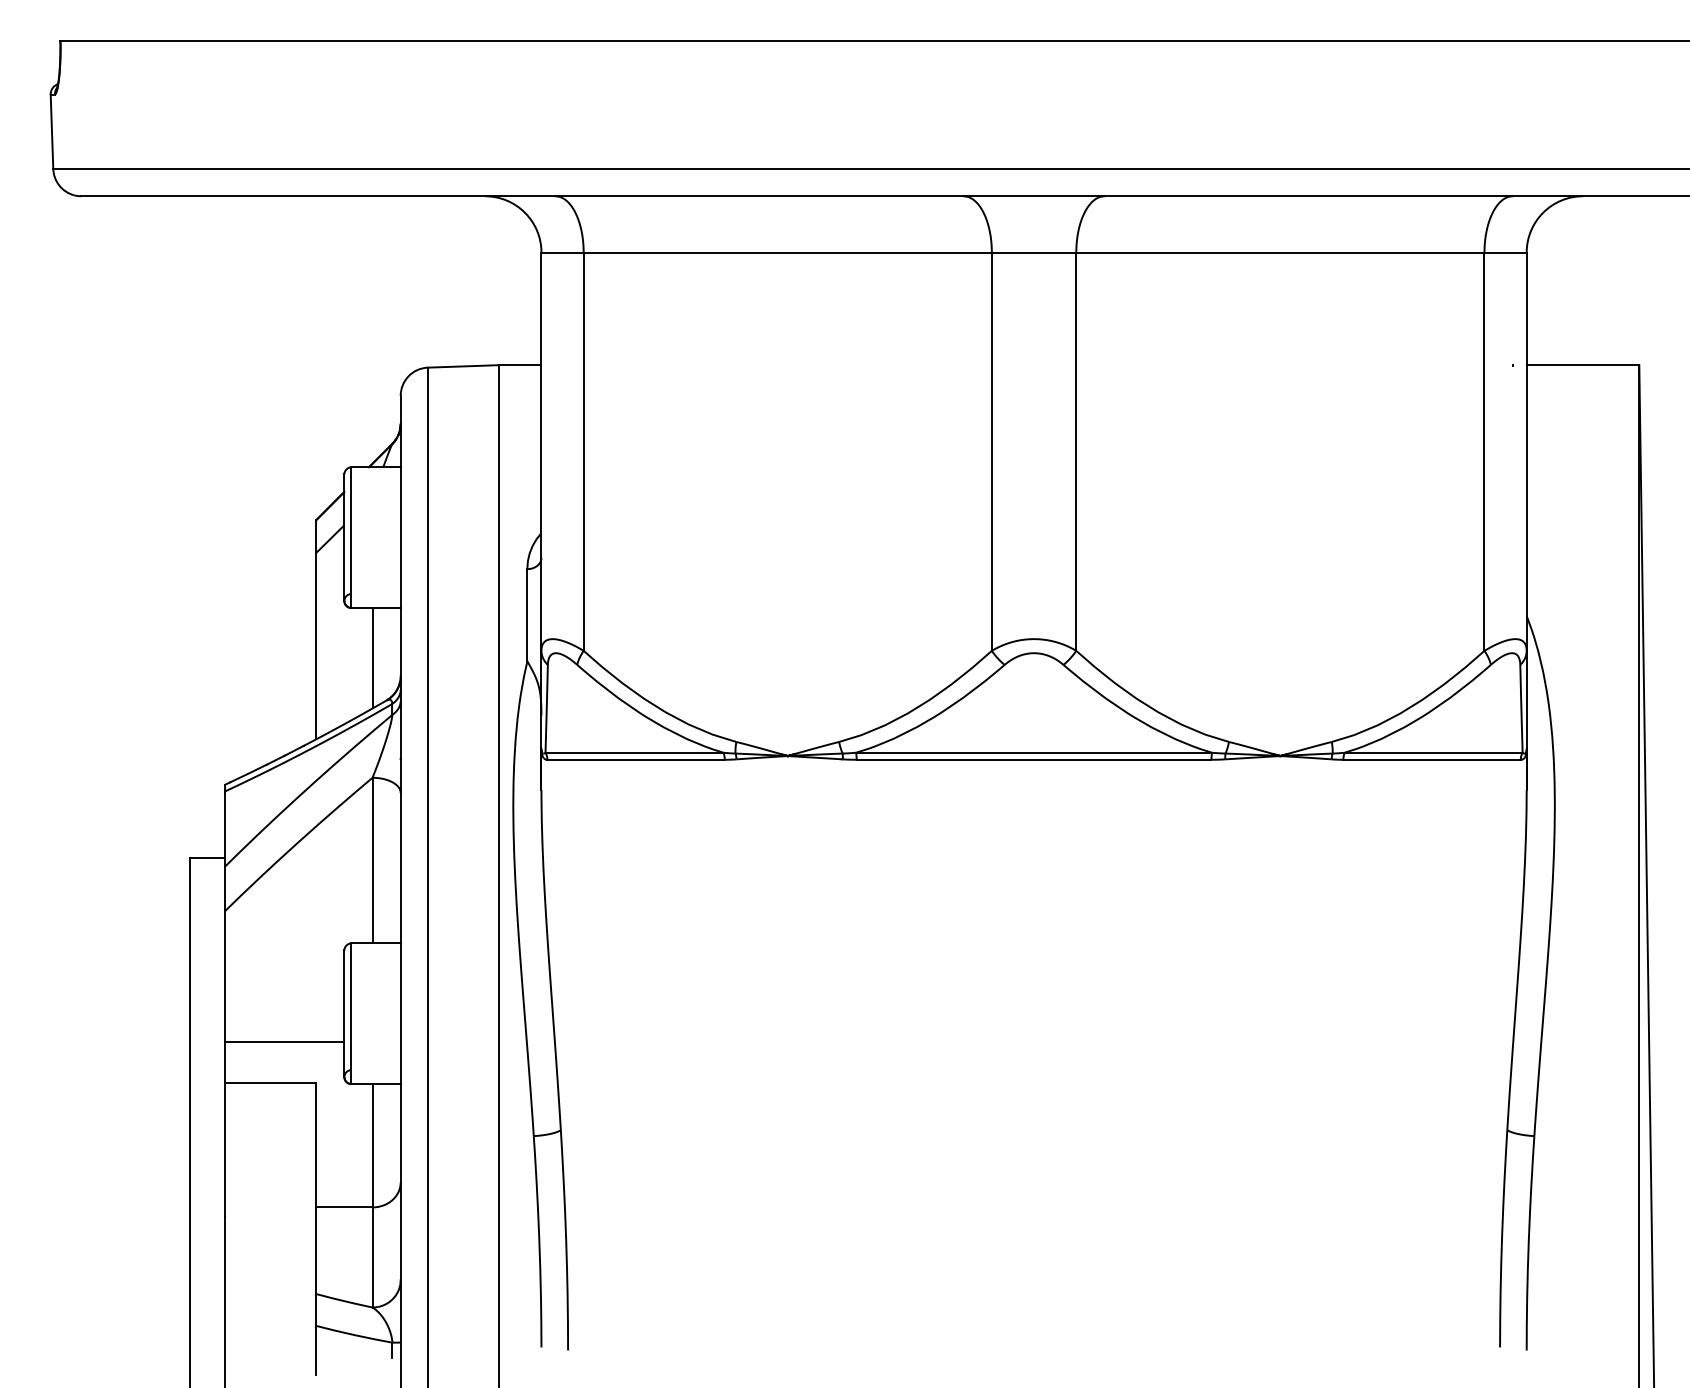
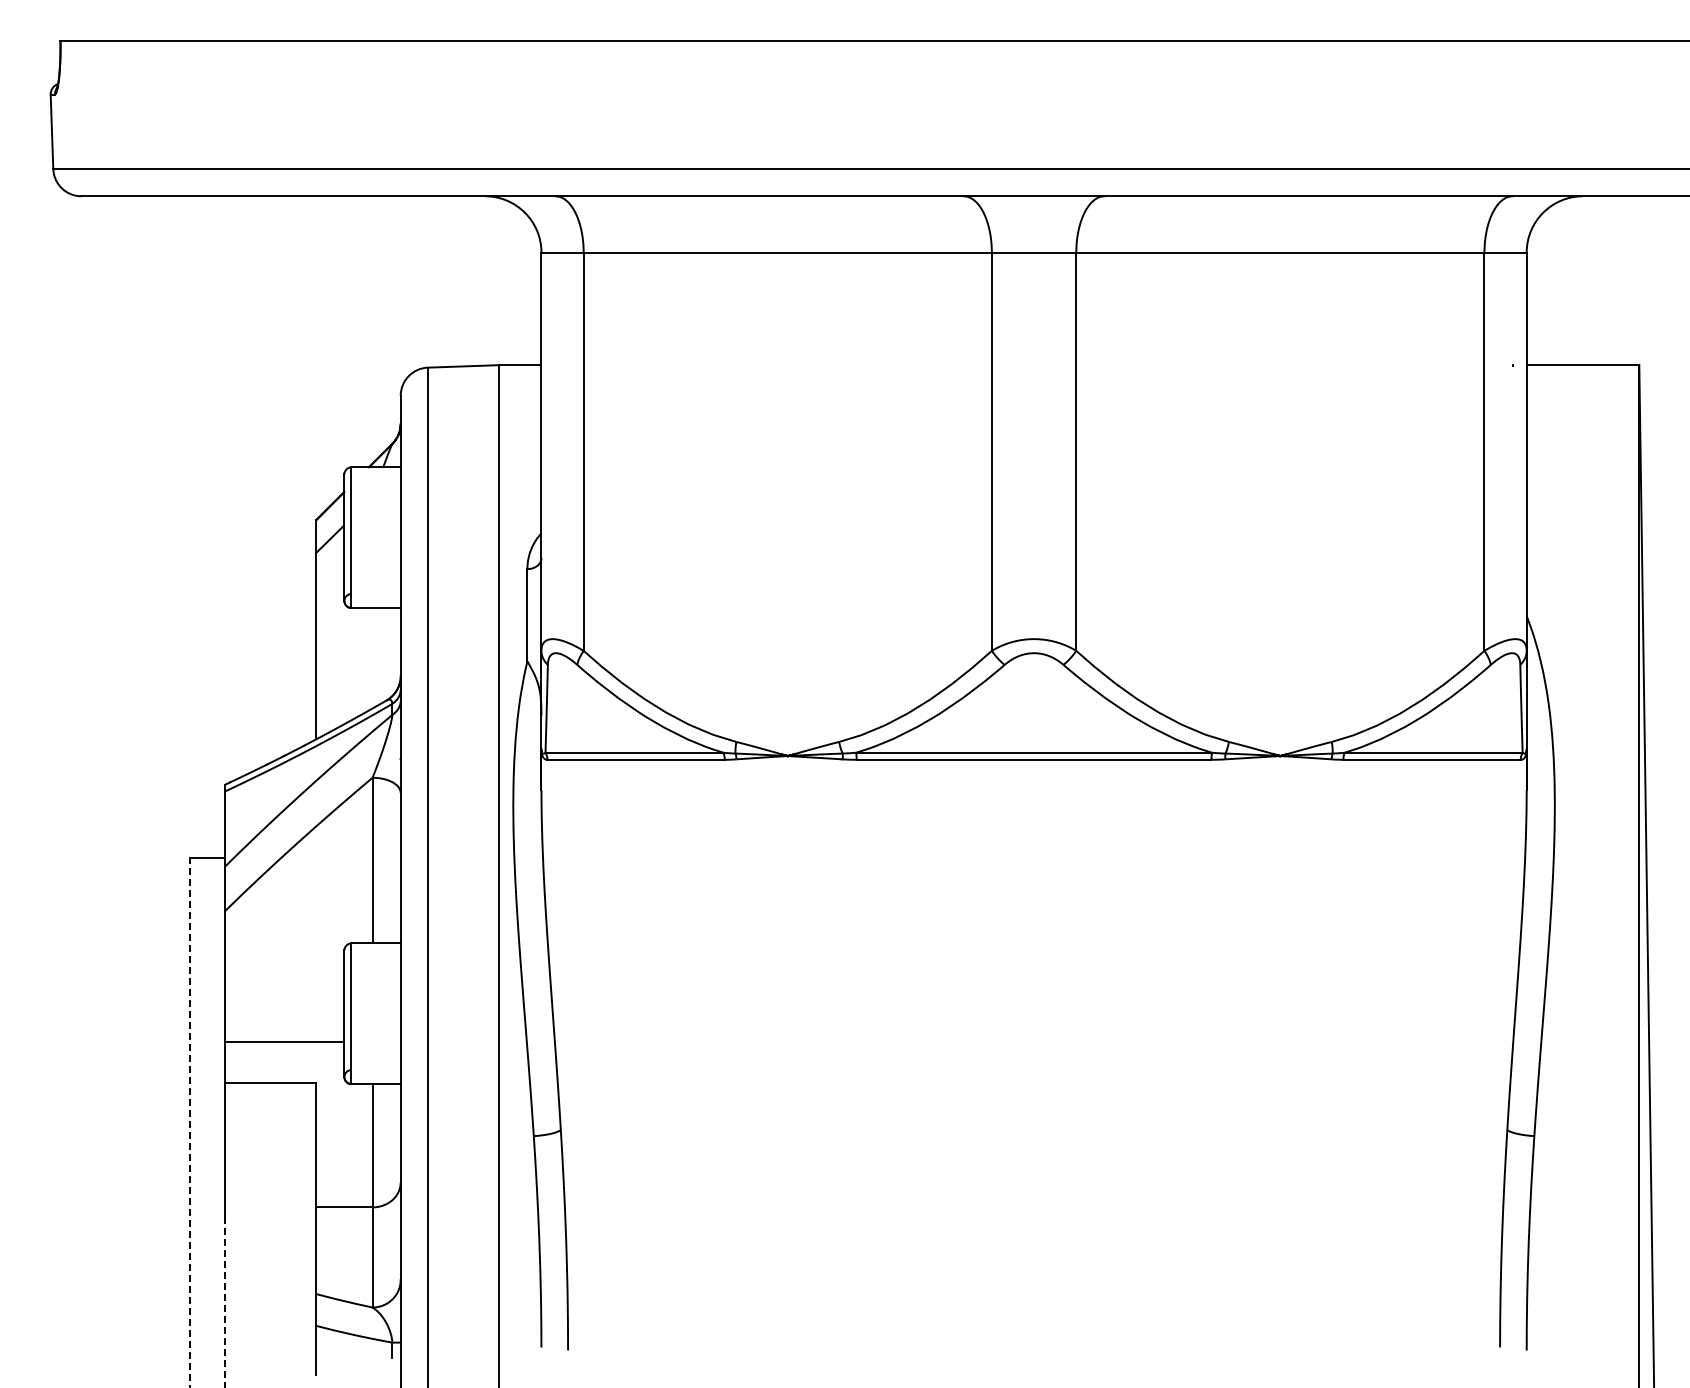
line at (372, 658): present -> none
line at (189, 1122): solid -> dashed
line at (224, 1302): solid -> dashed
